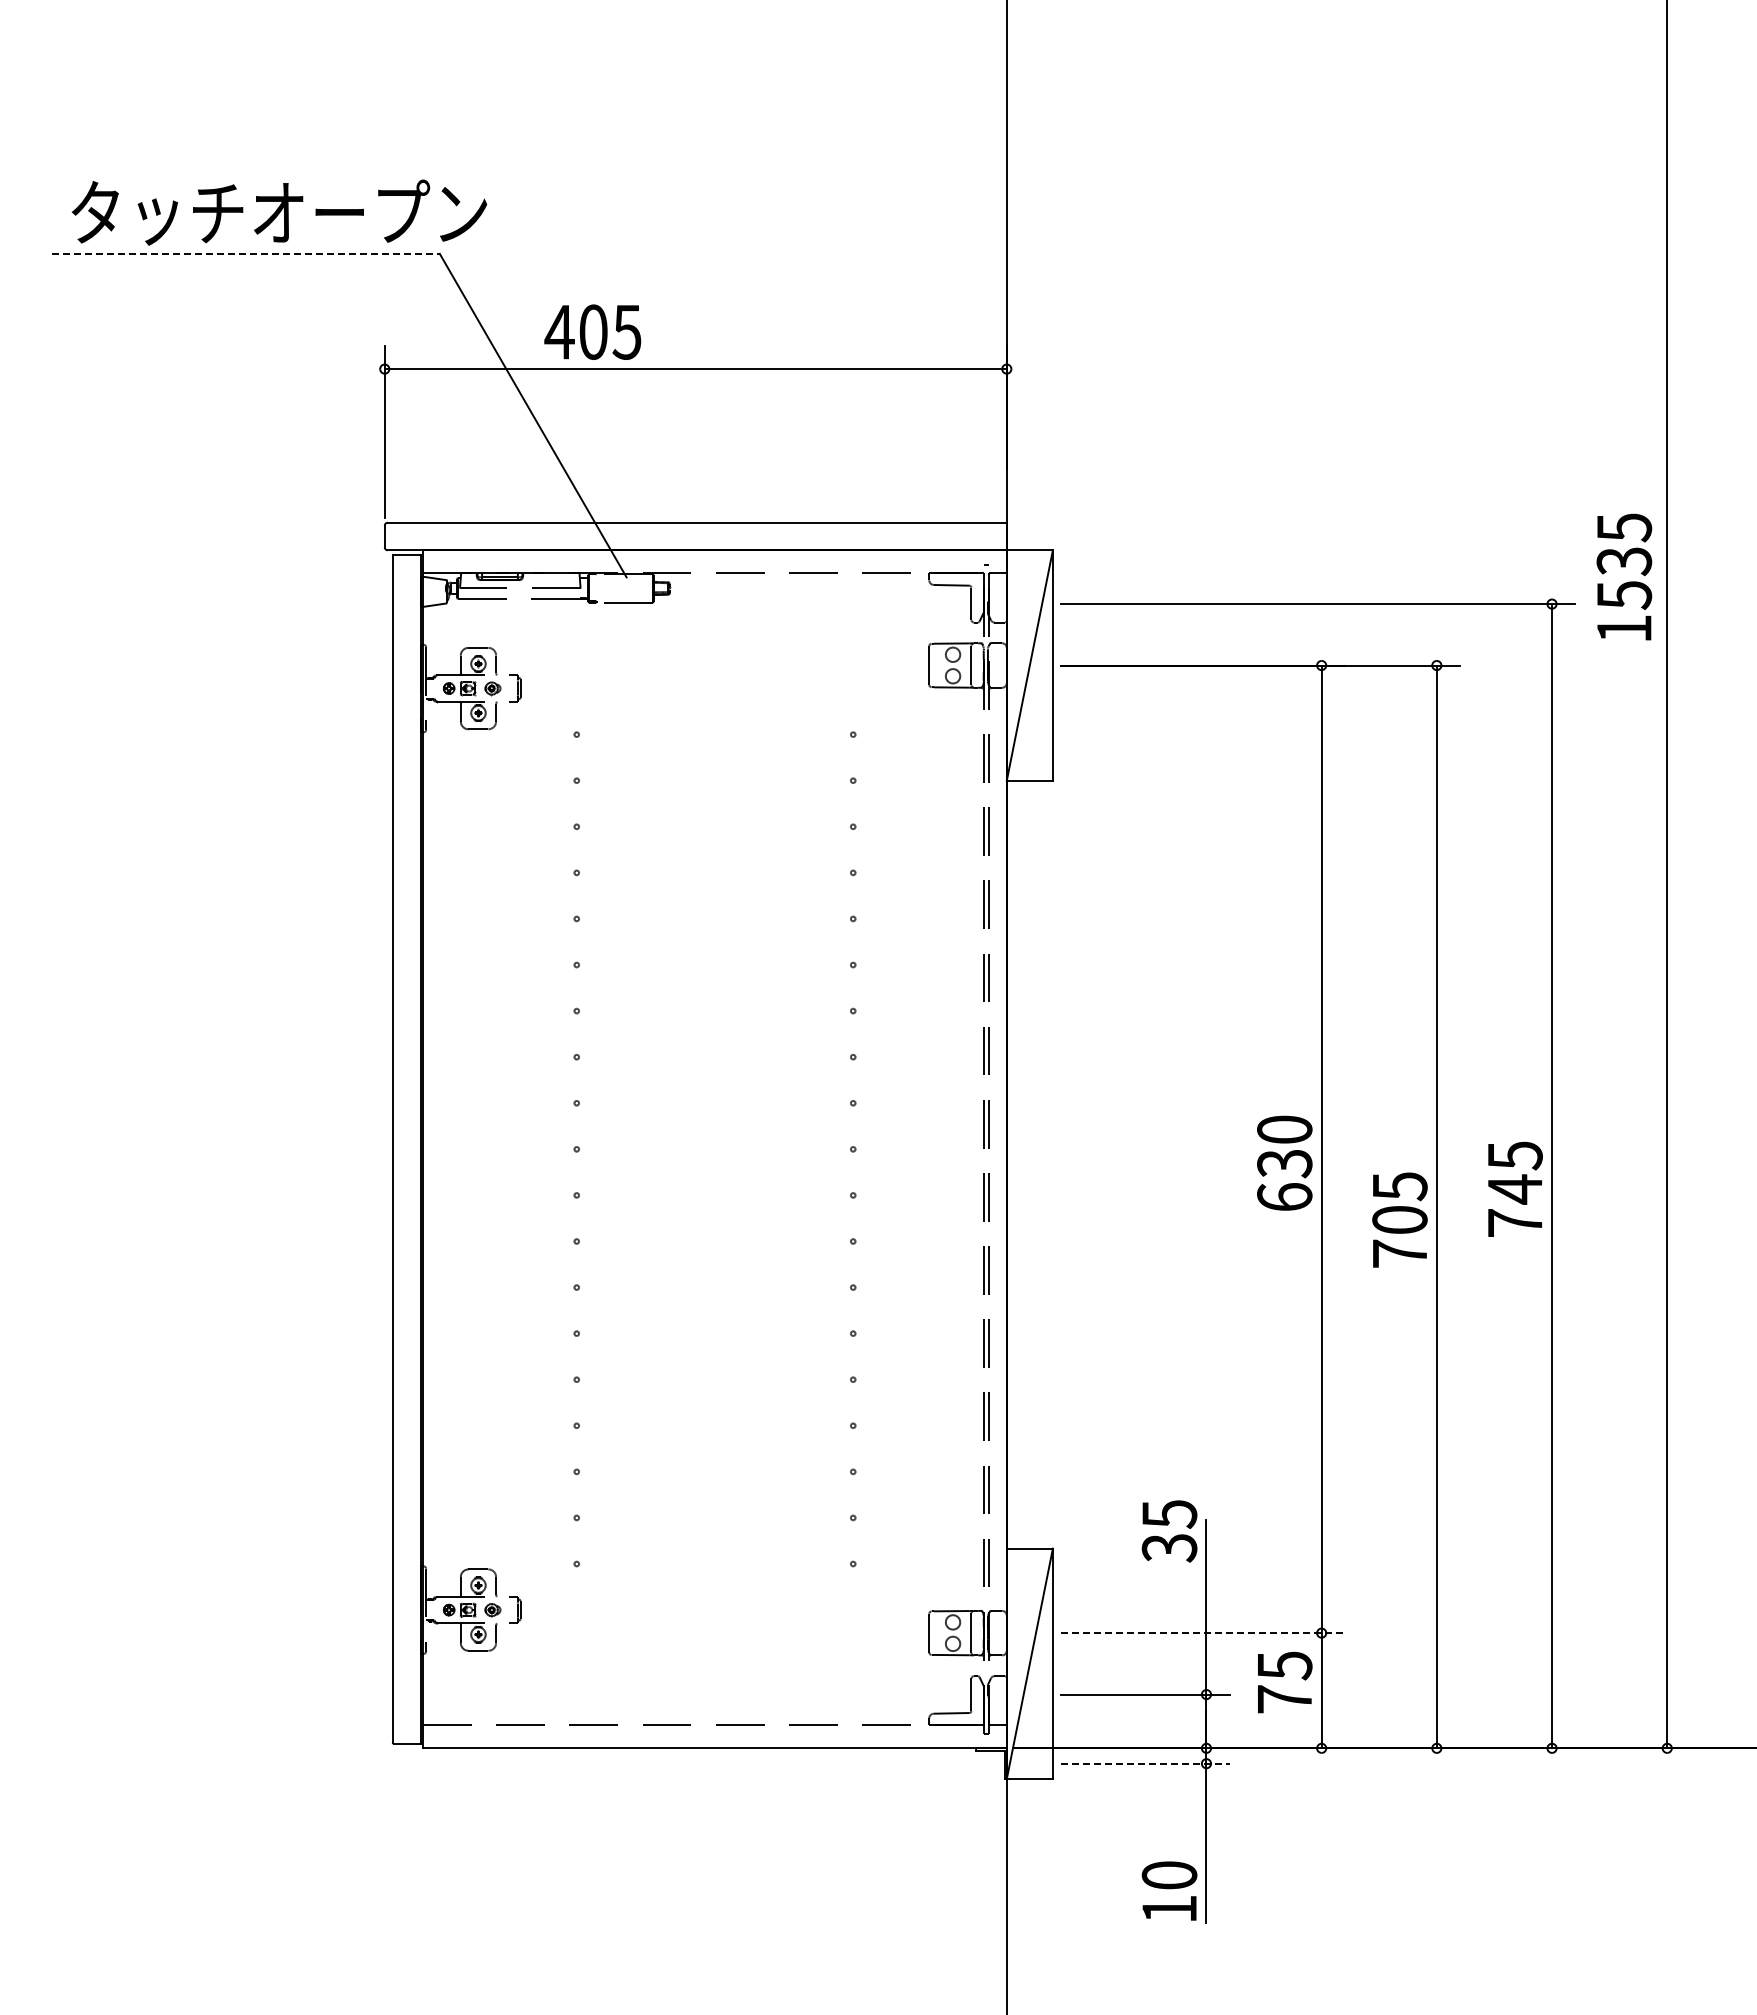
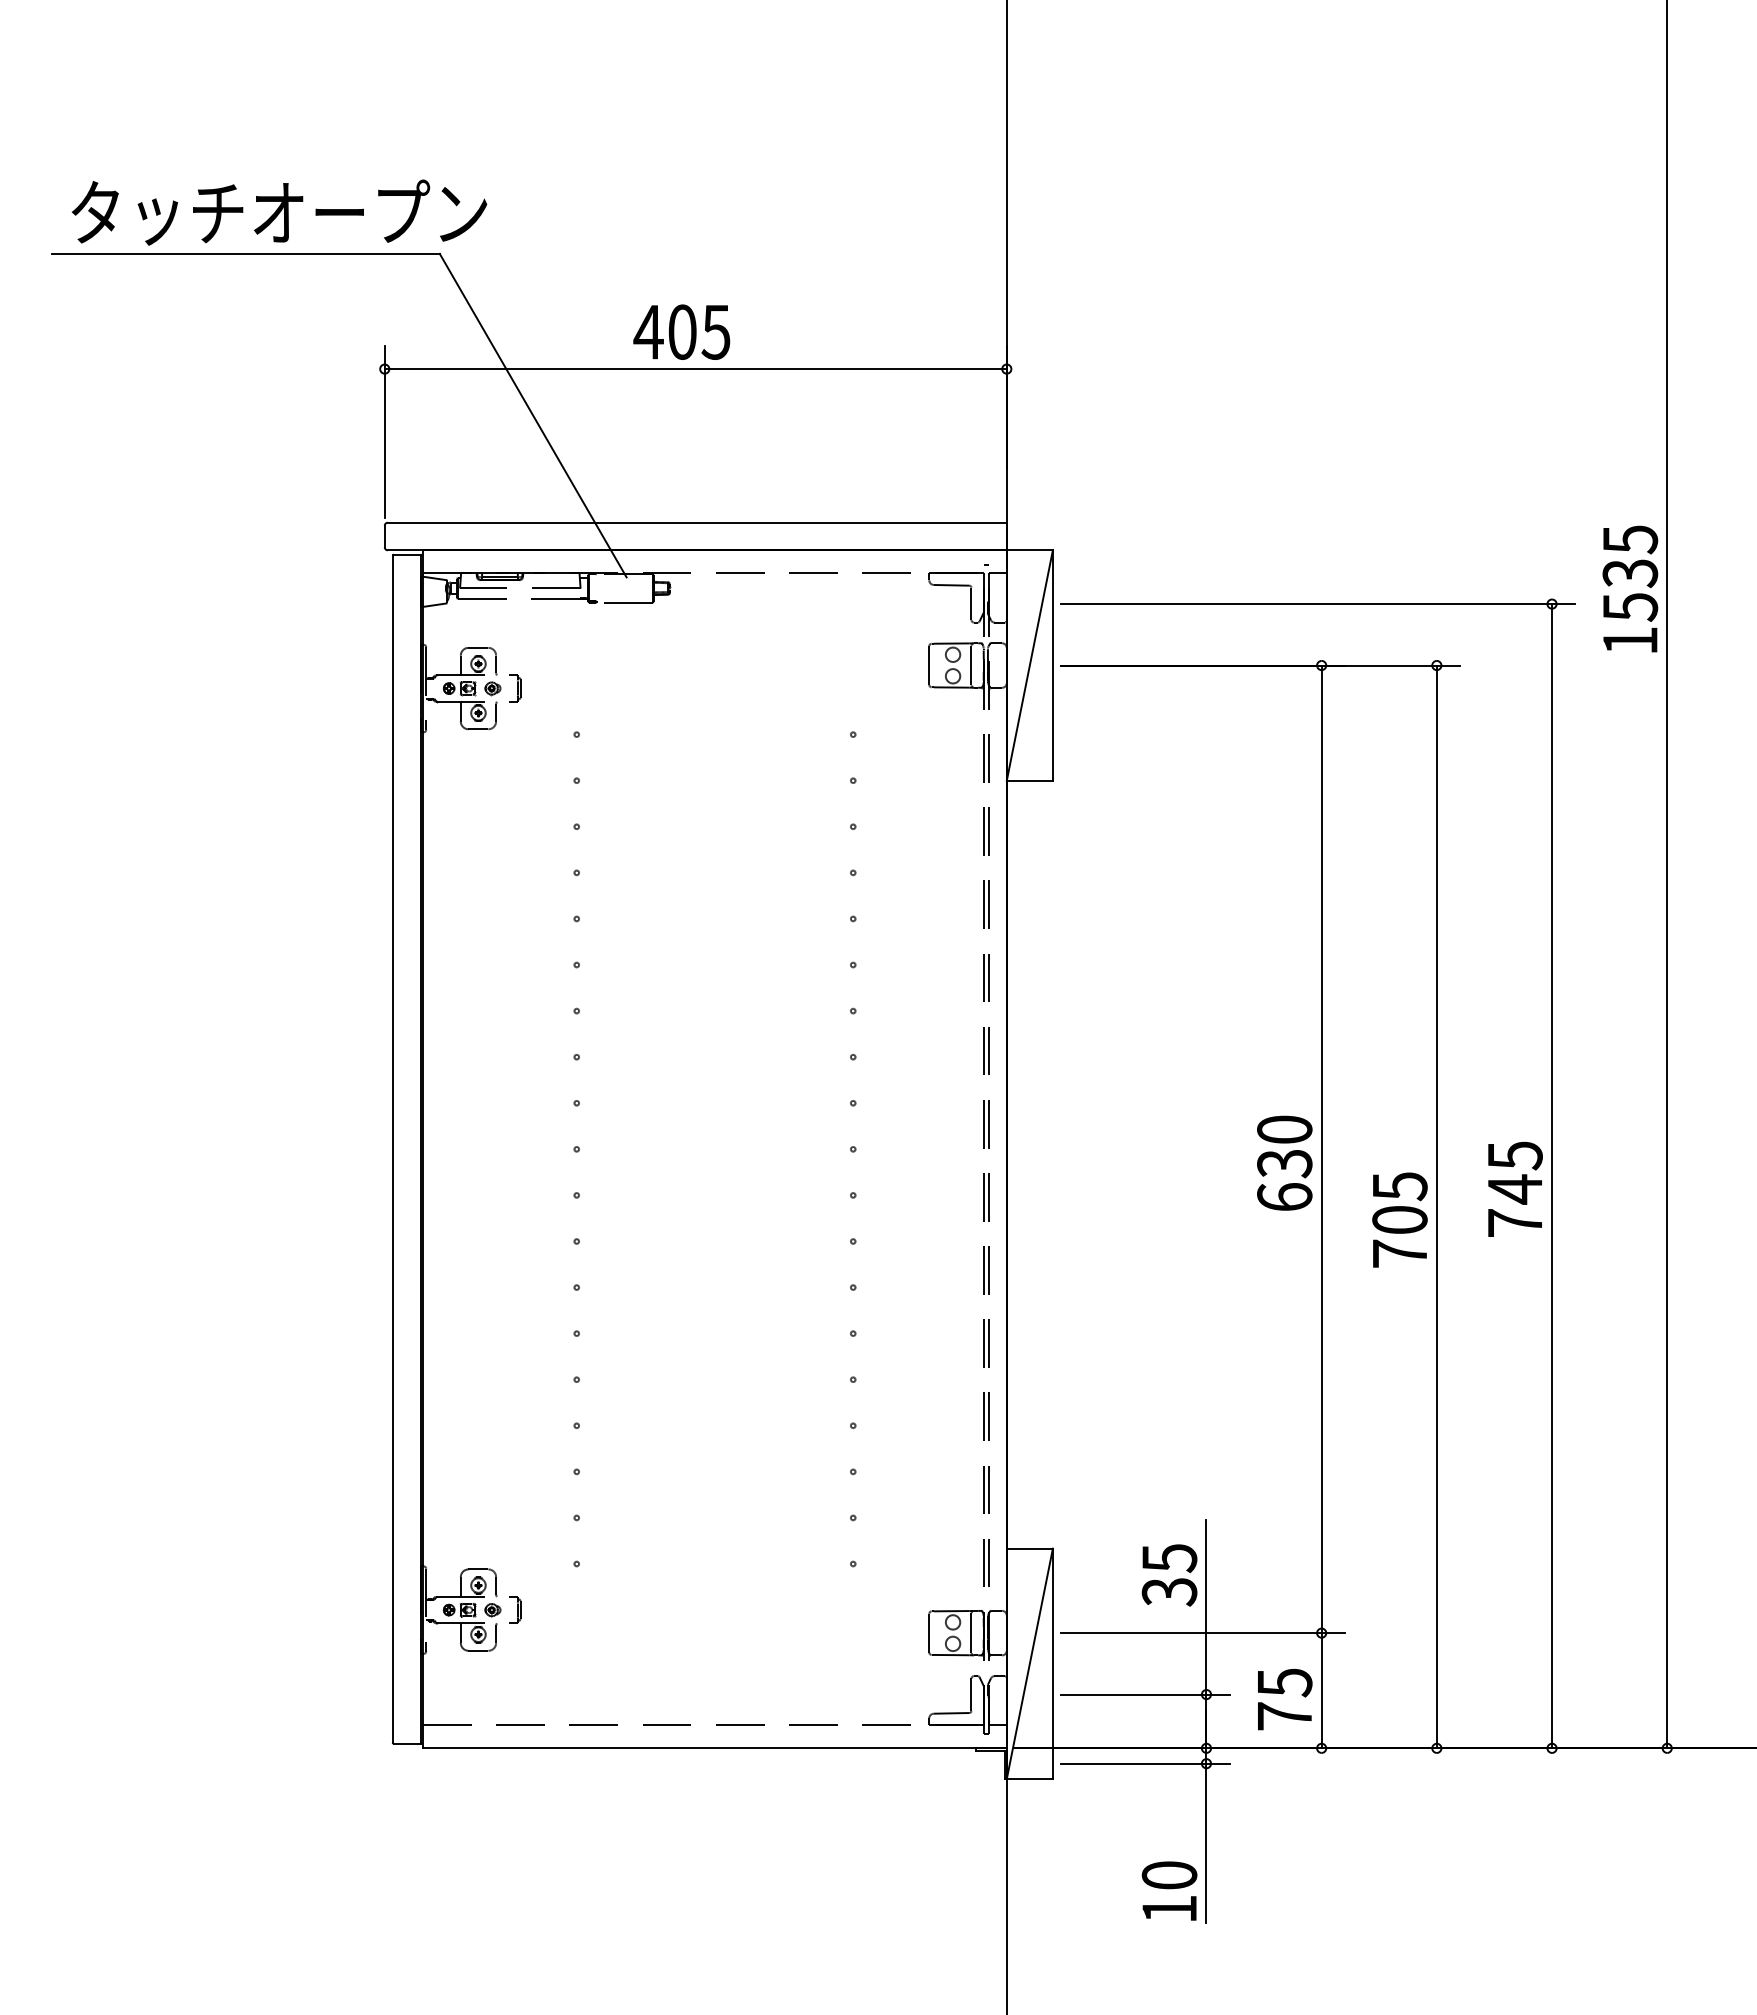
line at (246, 253): dashed -> solid
text at (592, 331) position: (592, 331) -> (681, 331)
text at (1624, 576) position: (1624, 576) -> (1630, 588)
text at (1169, 1531) position: (1169, 1531) -> (1169, 1575)
line at (1203, 1633): dashed -> solid
text at (1285, 1682) position: (1285, 1682) -> (1285, 1699)
line at (1145, 1763): dashed -> solid
